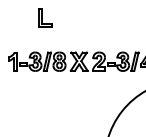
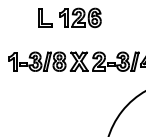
part at (80, 17): none -> present
